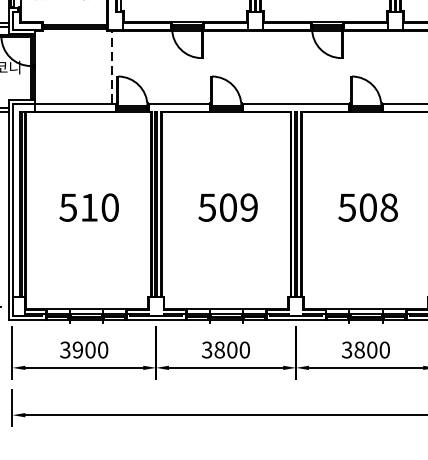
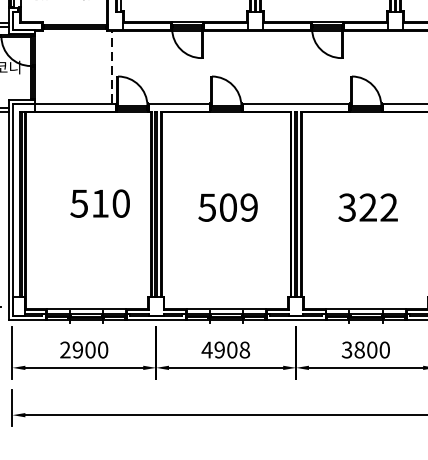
text at (88, 207) position: (88, 207) -> (99, 203)
text at (367, 207): 508 -> 322
text at (225, 349): 3800 -> 4908
text at (65, 350): 3900 -> 2900
